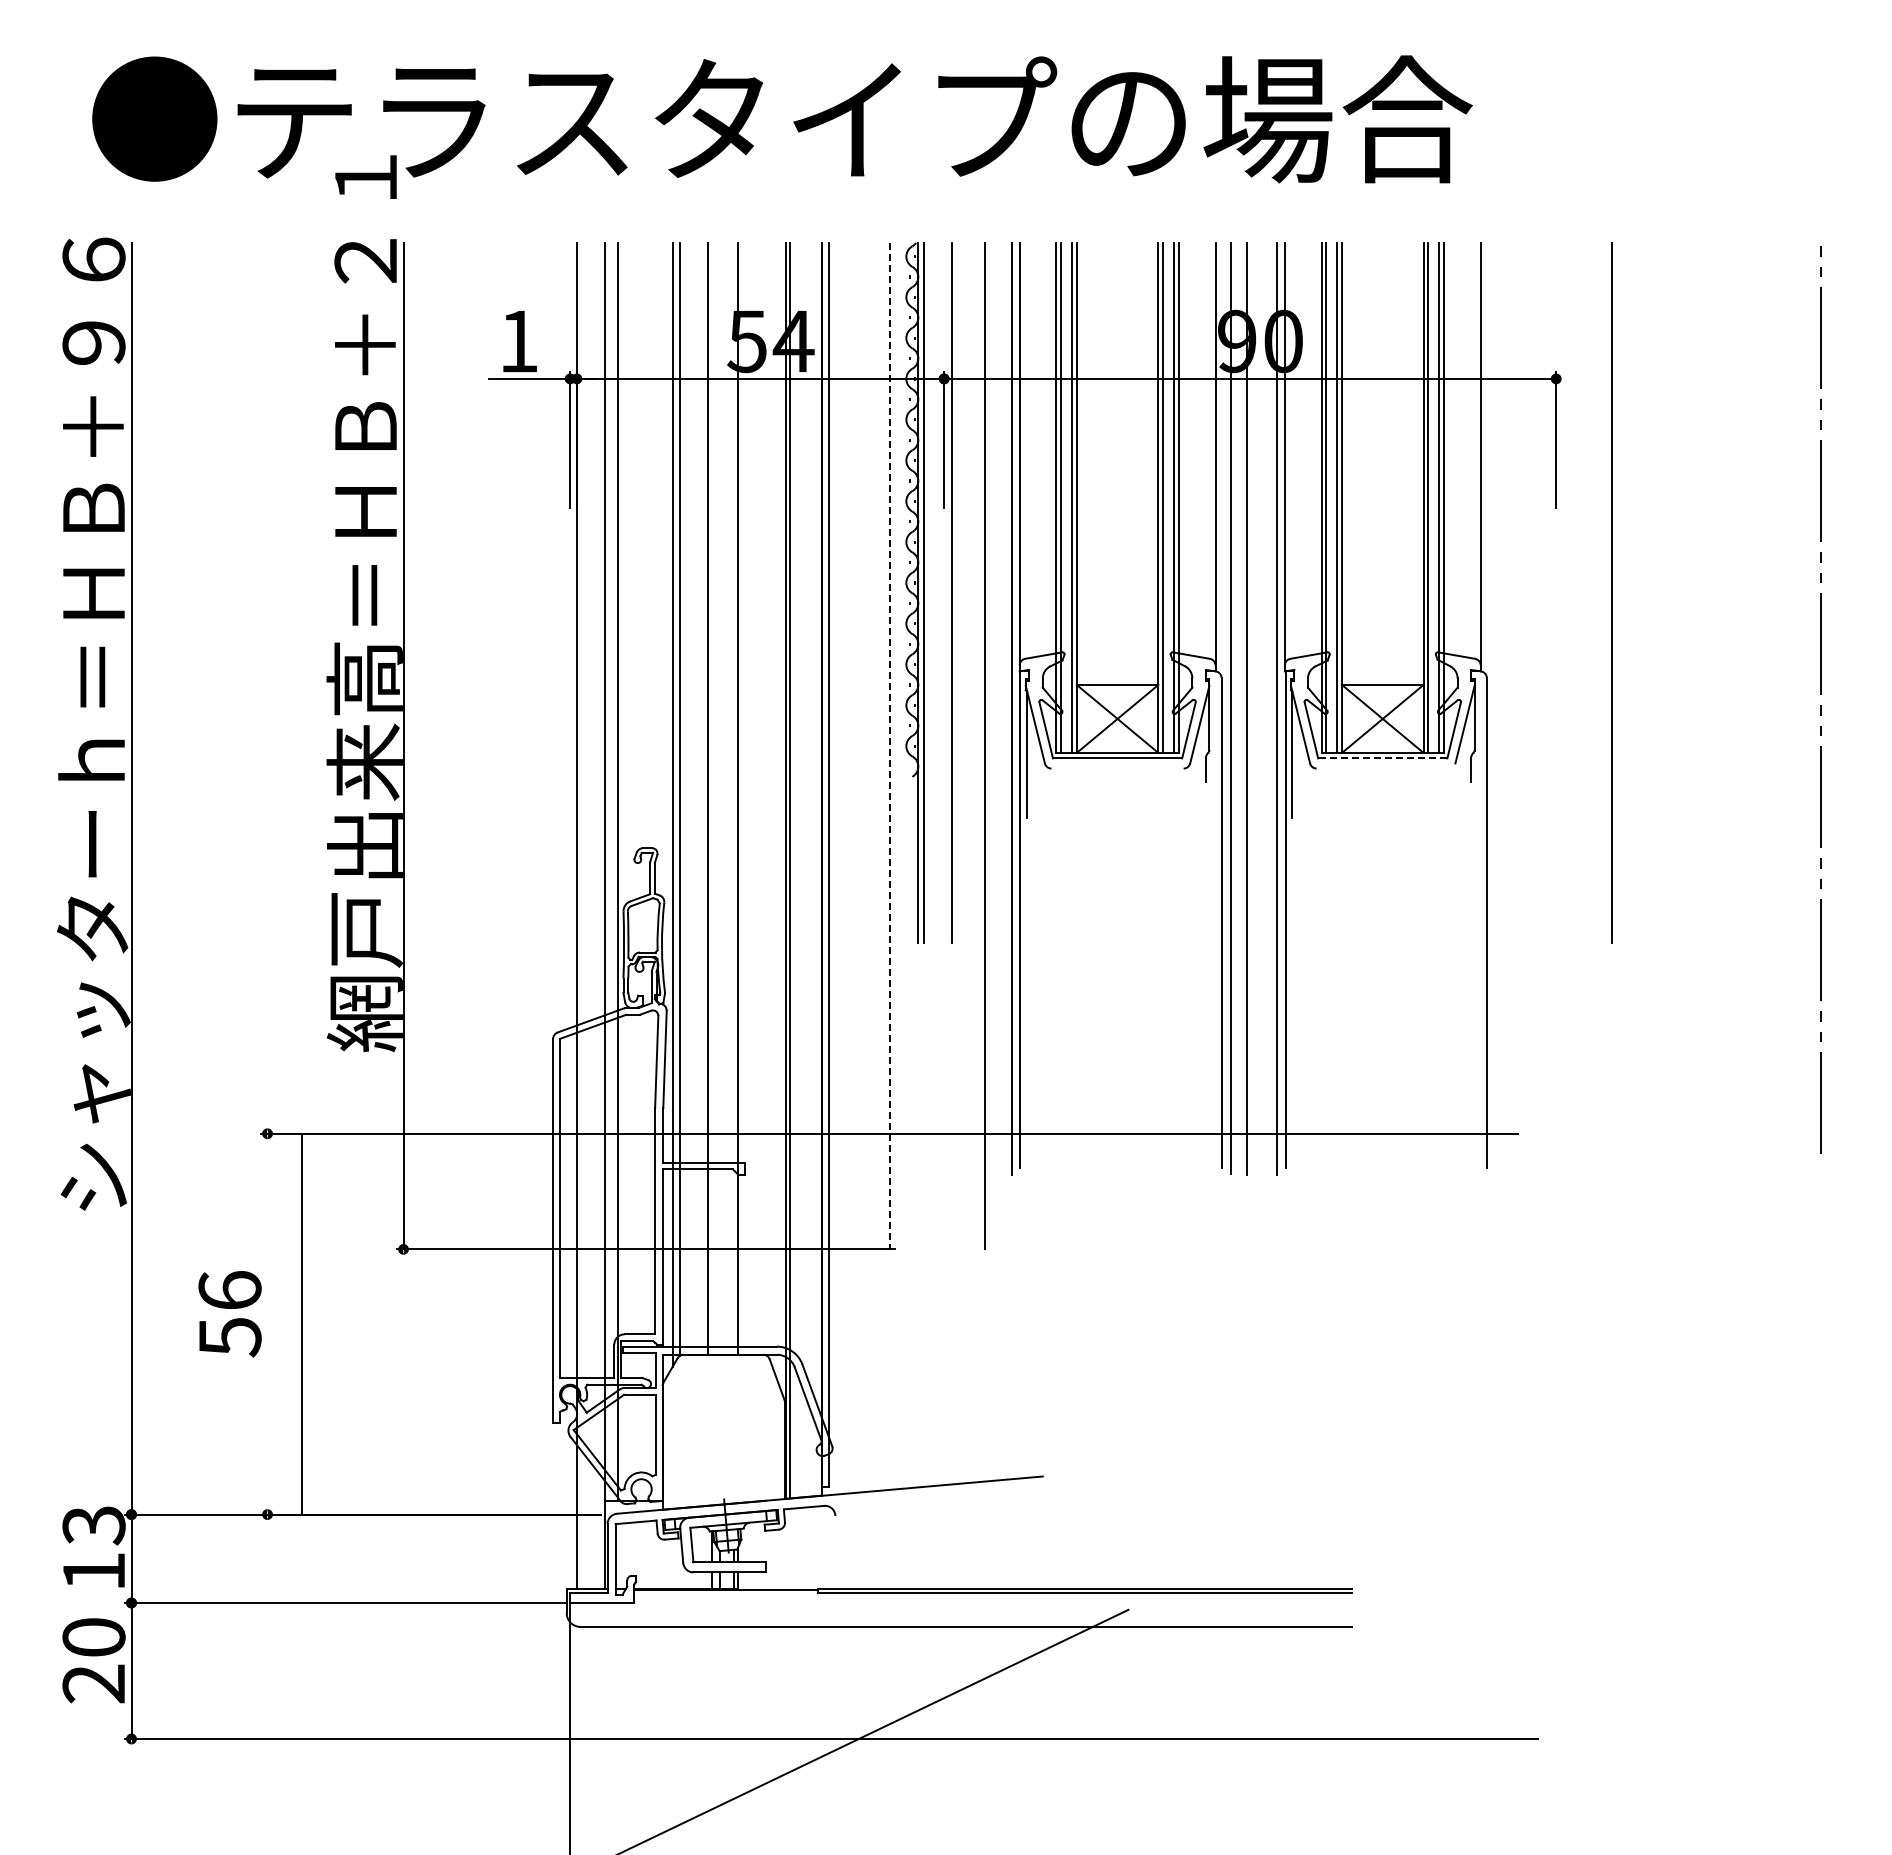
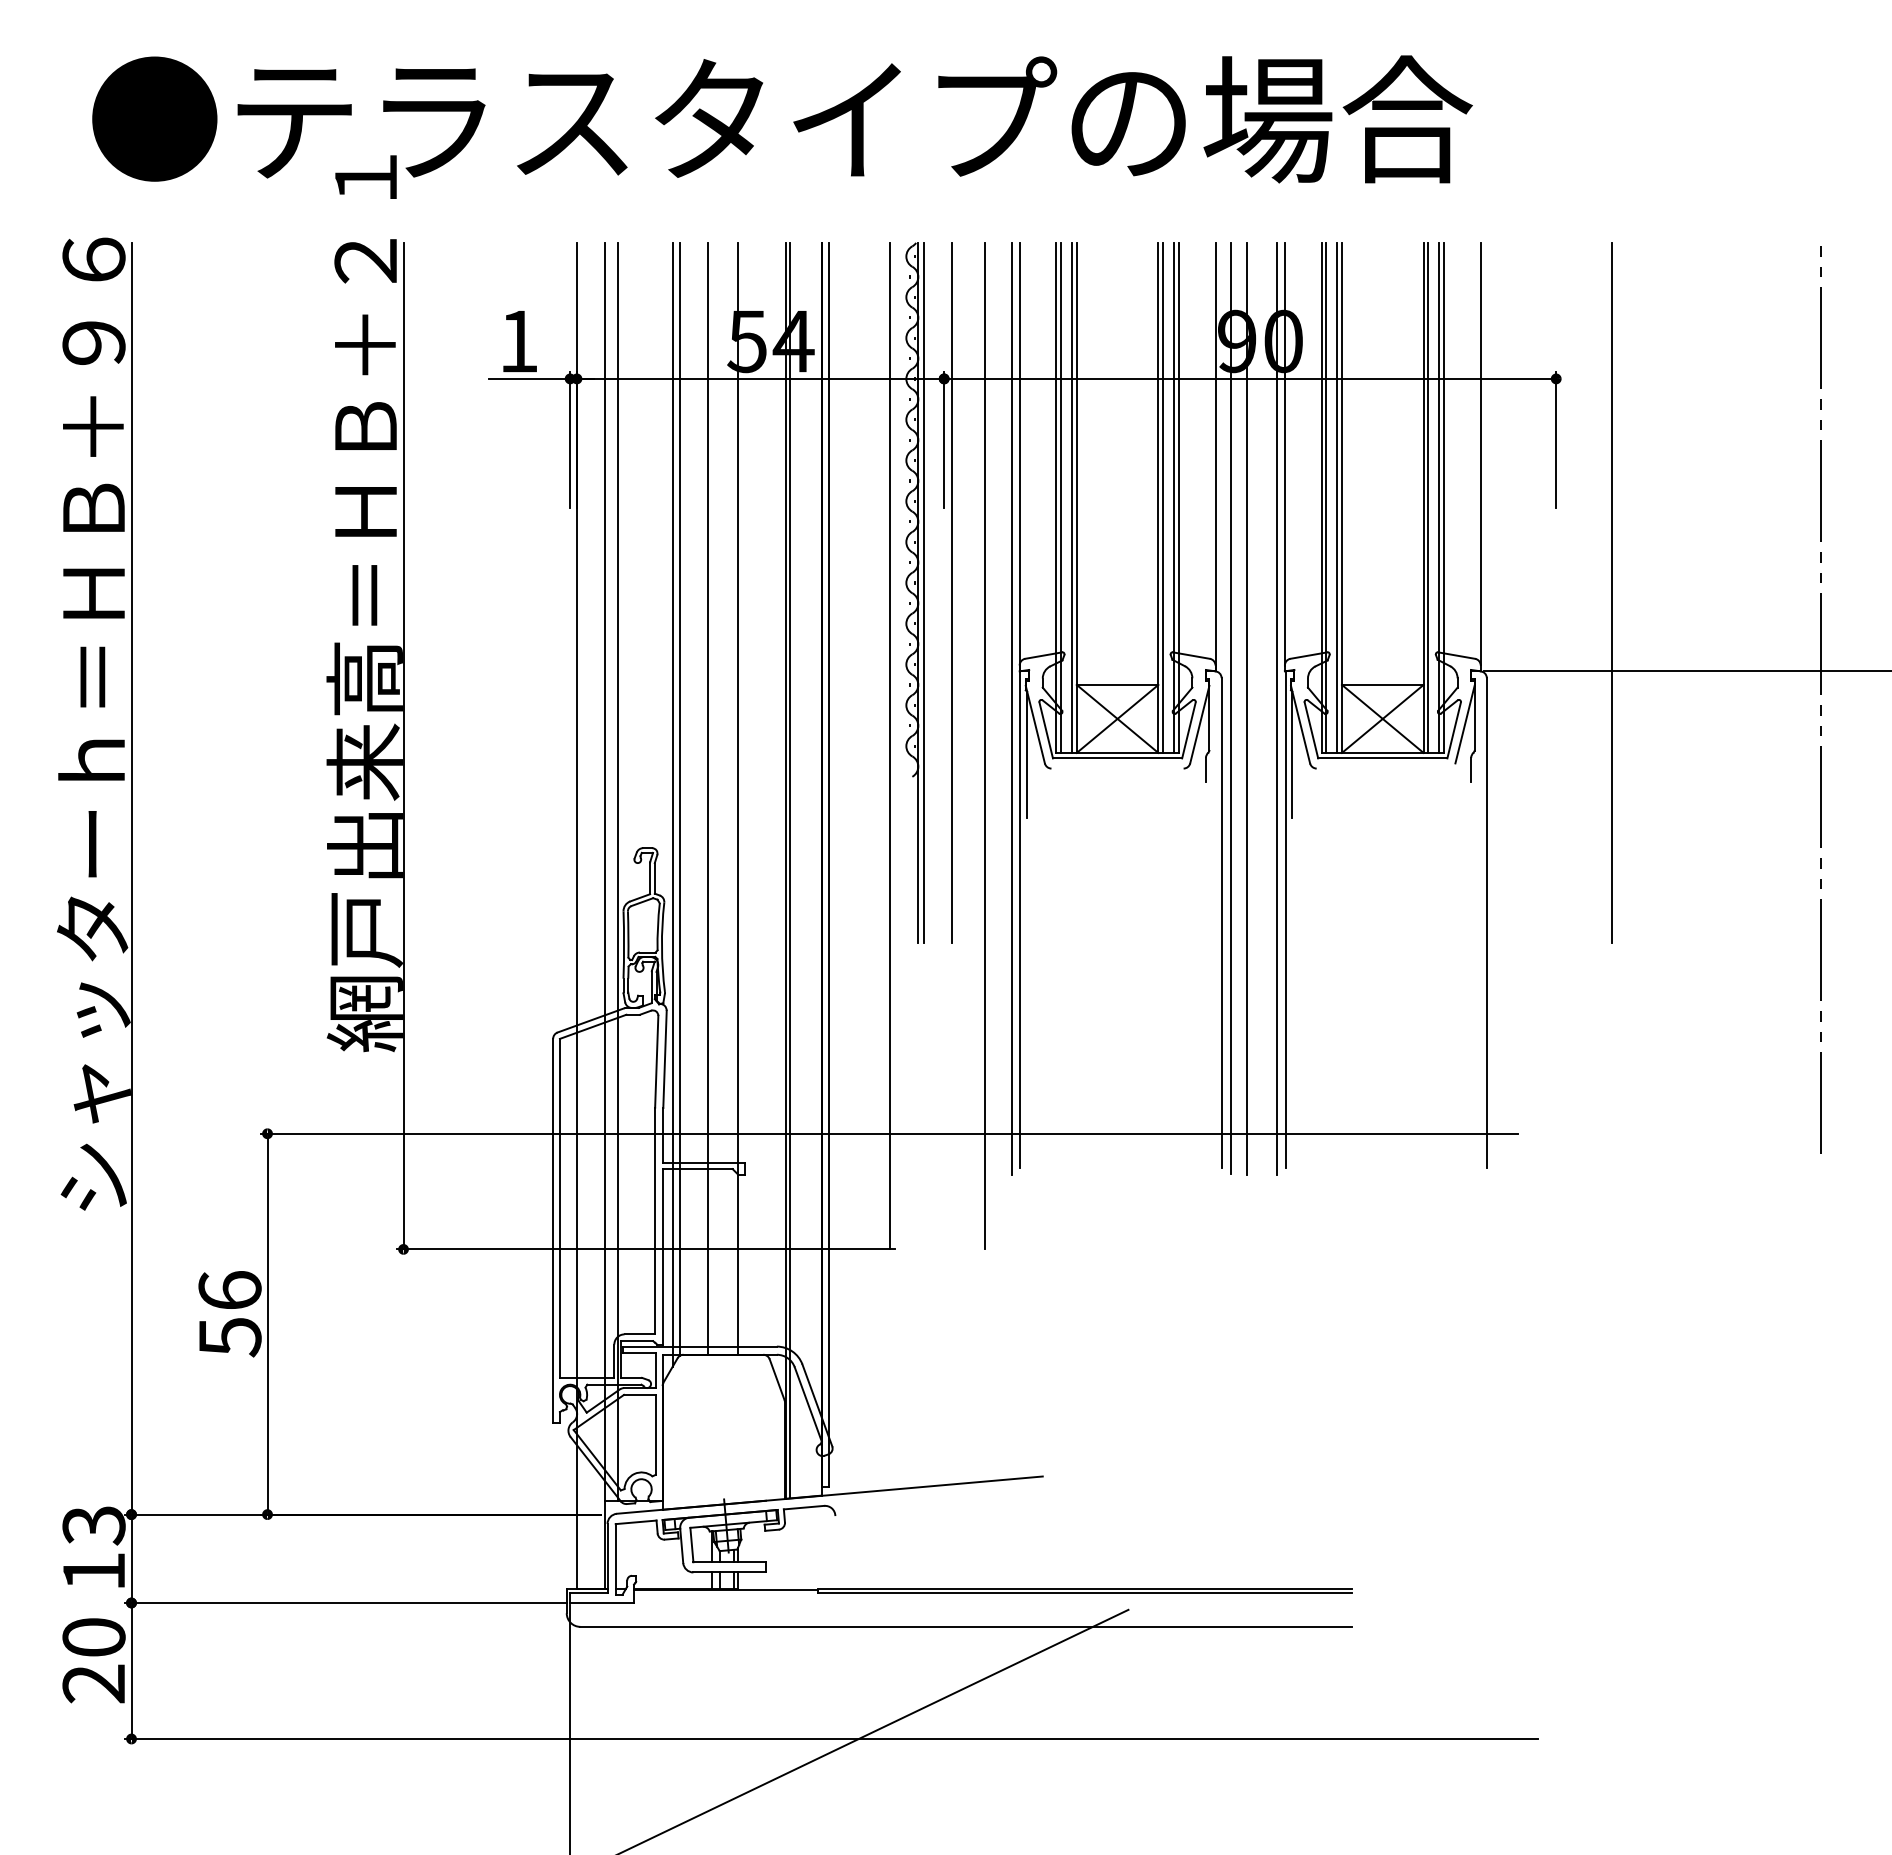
line at (1686, 671): none -> present
line at (889, 746): dashed -> solid
line at (1382, 758): dashed -> solid
line at (301, 1323) position: (301, 1323) -> (267, 1323)
